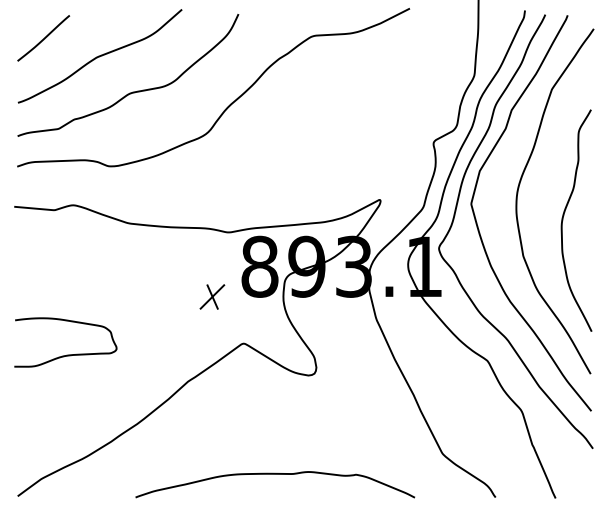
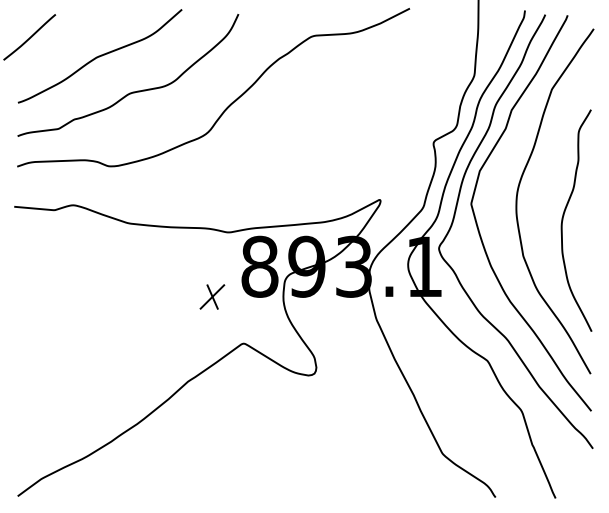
line at (43, 38) position: (43, 38) -> (29, 37)
curve at (66, 354): present -> none
curve at (275, 474): present -> none
